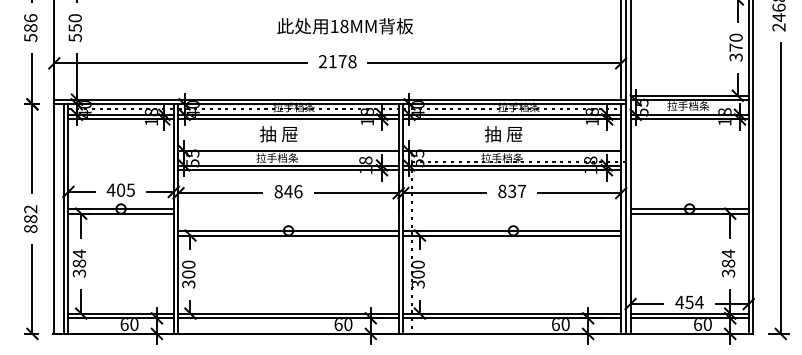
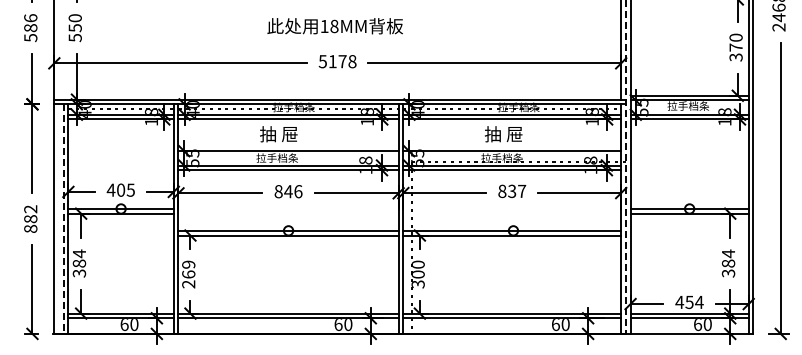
text at (344, 26) position: (344, 26) -> (334, 26)
text at (322, 61): 2178 -> 5178
line at (625, 167): solid -> dashed
line at (63, 219): solid -> dashed
text at (188, 274): 300 -> 269
